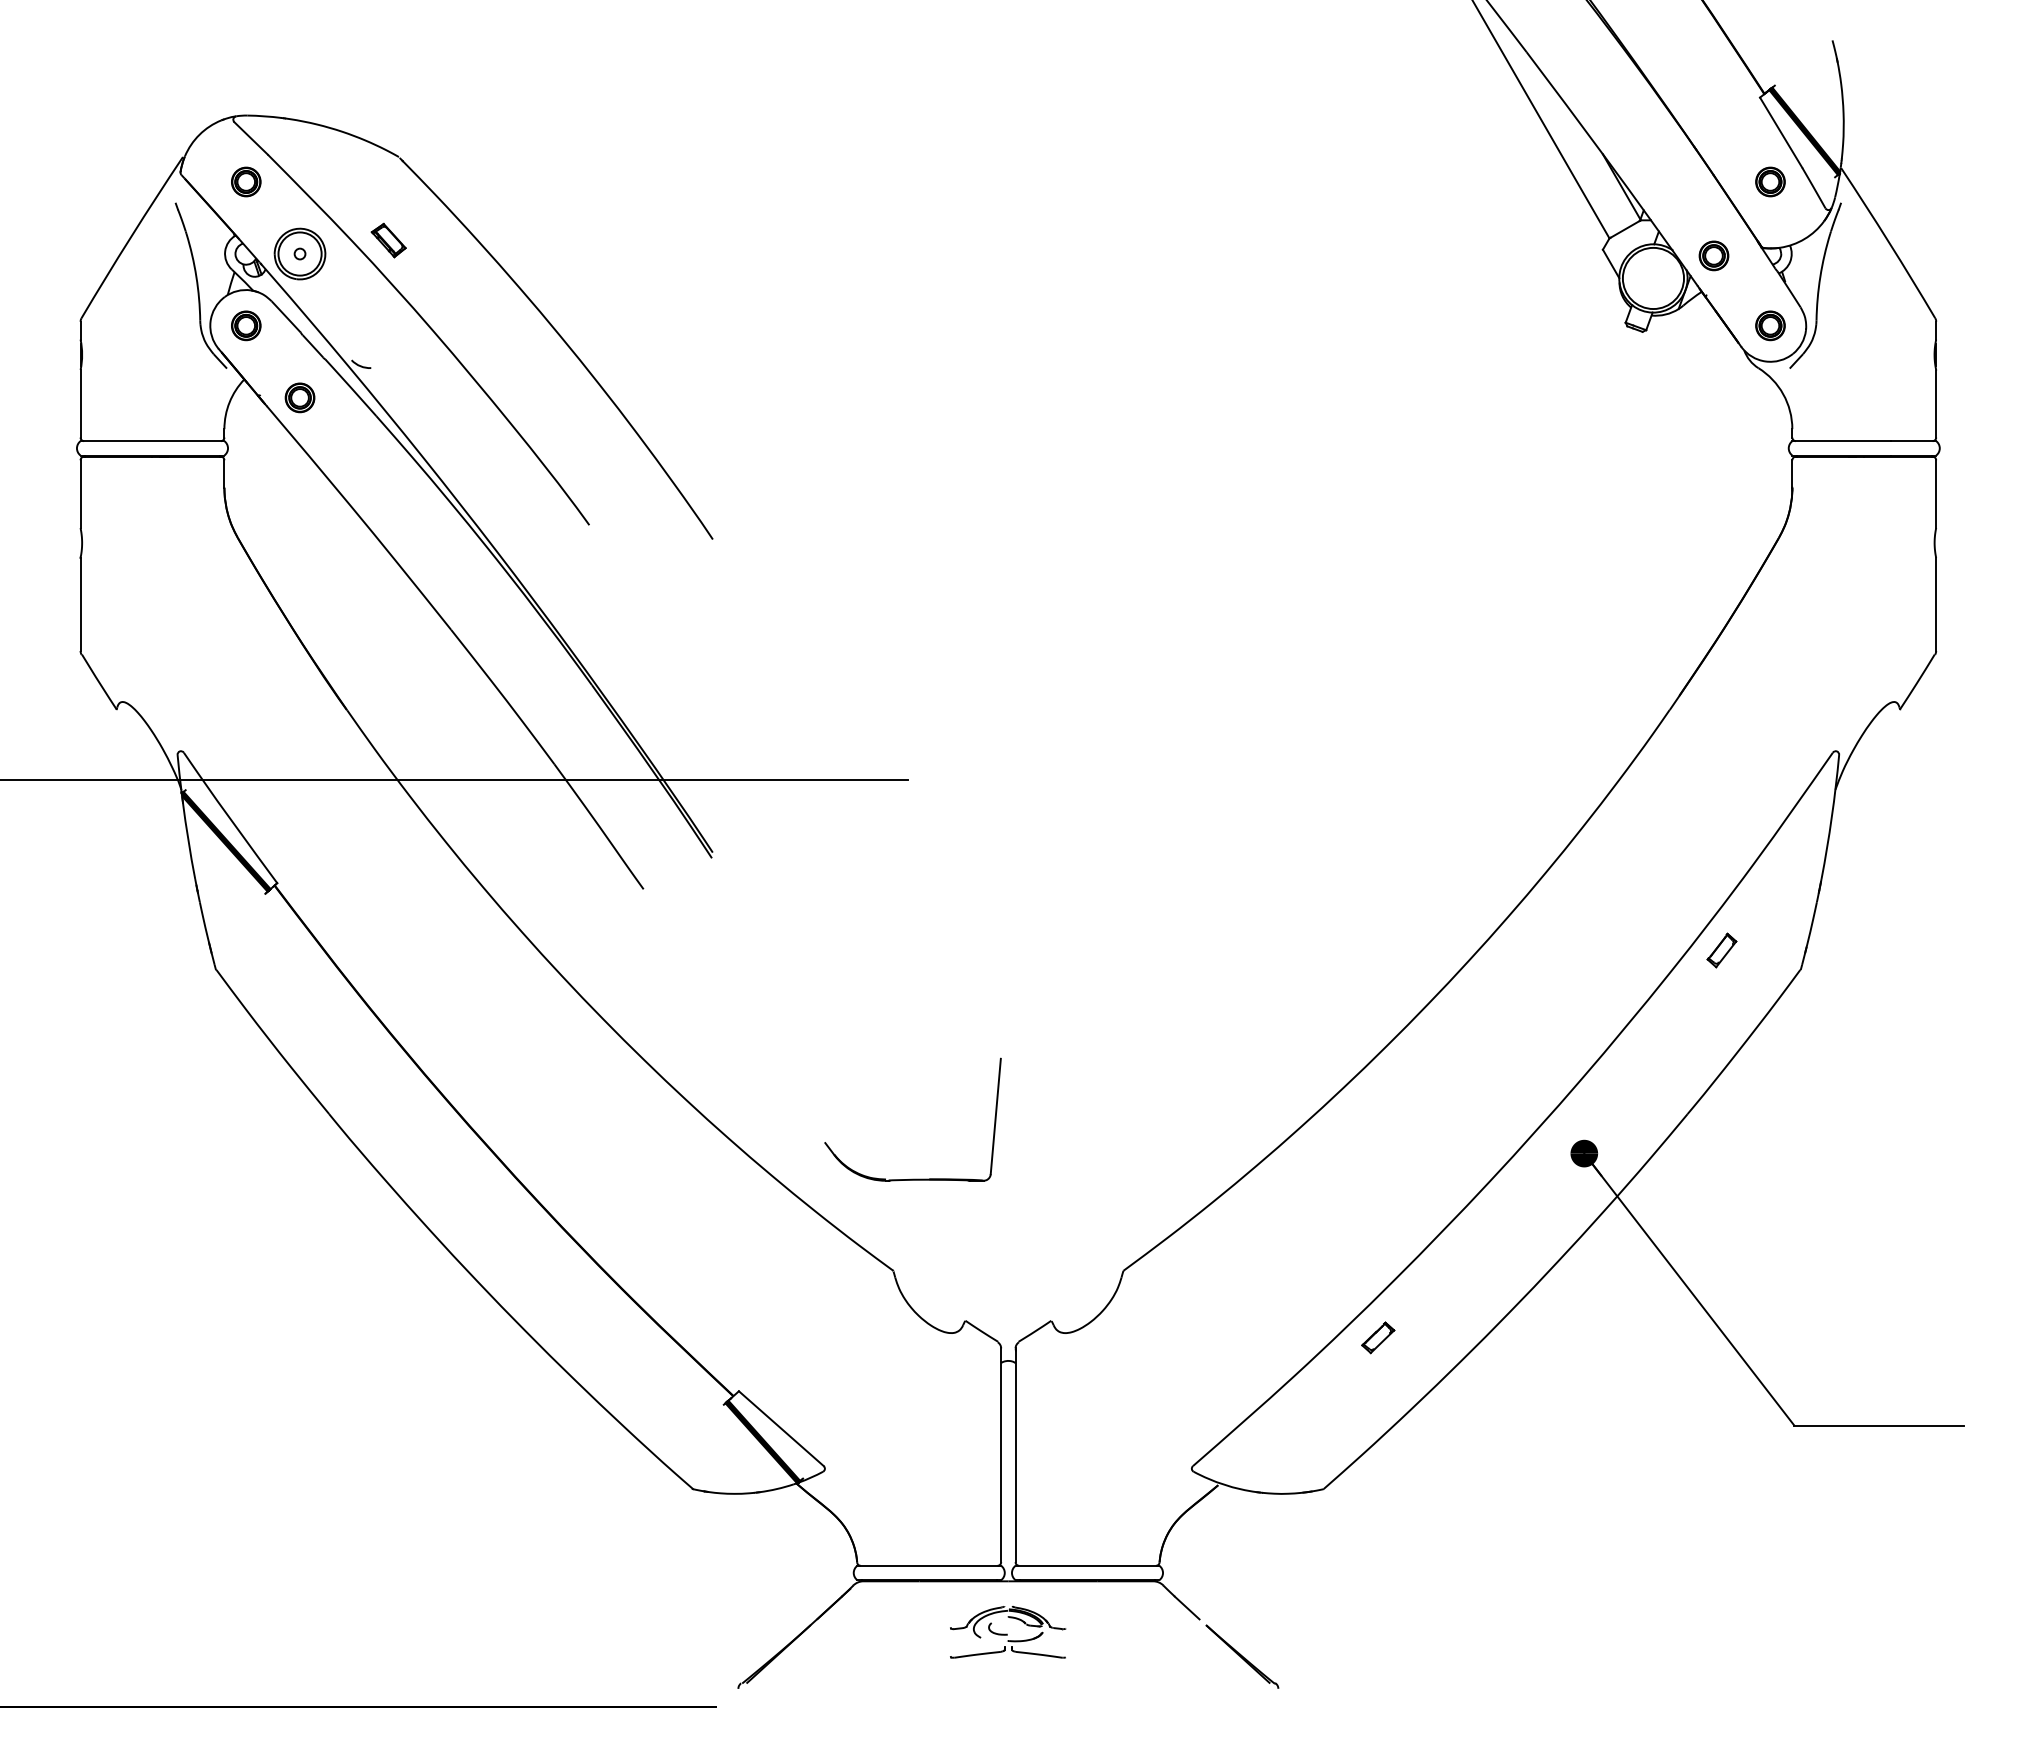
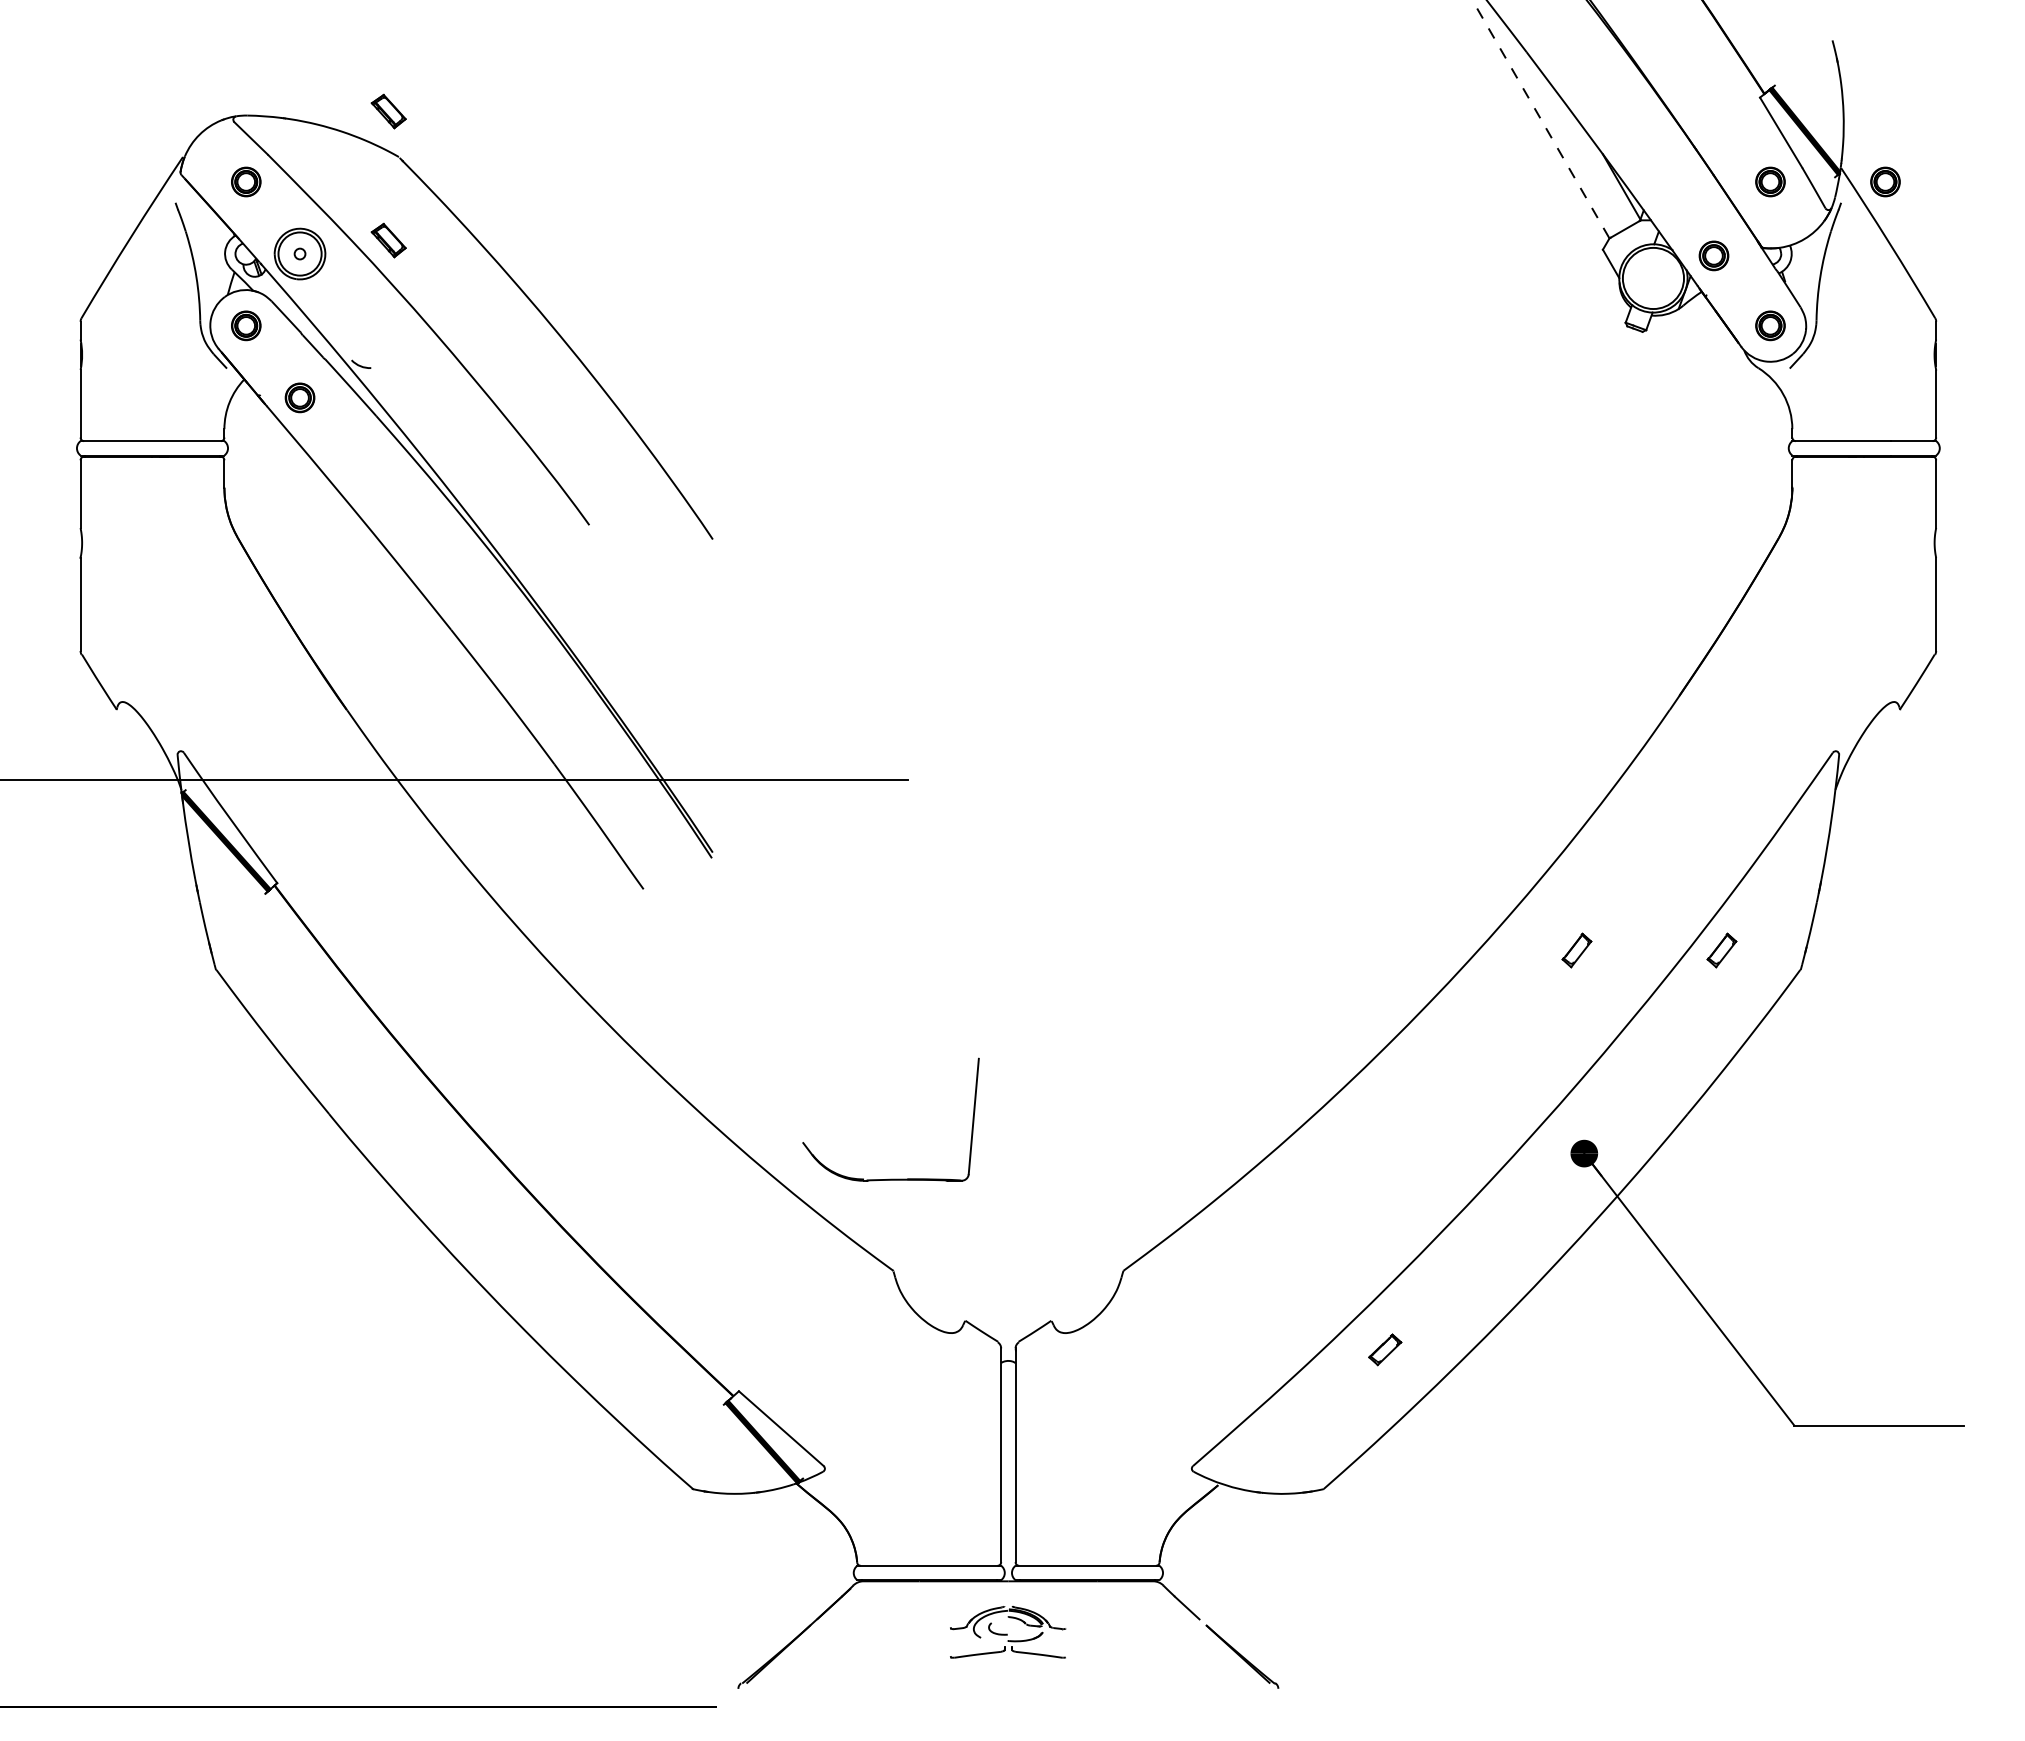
part at (388, 111): none -> present
line at (1541, 119): solid -> dashed
part at (1885, 181): none -> present
part at (1576, 950): none -> present
part at (912, 1178) position: (912, 1178) -> (890, 1178)
part at (1378, 1337) position: (1378, 1337) -> (1385, 1349)
